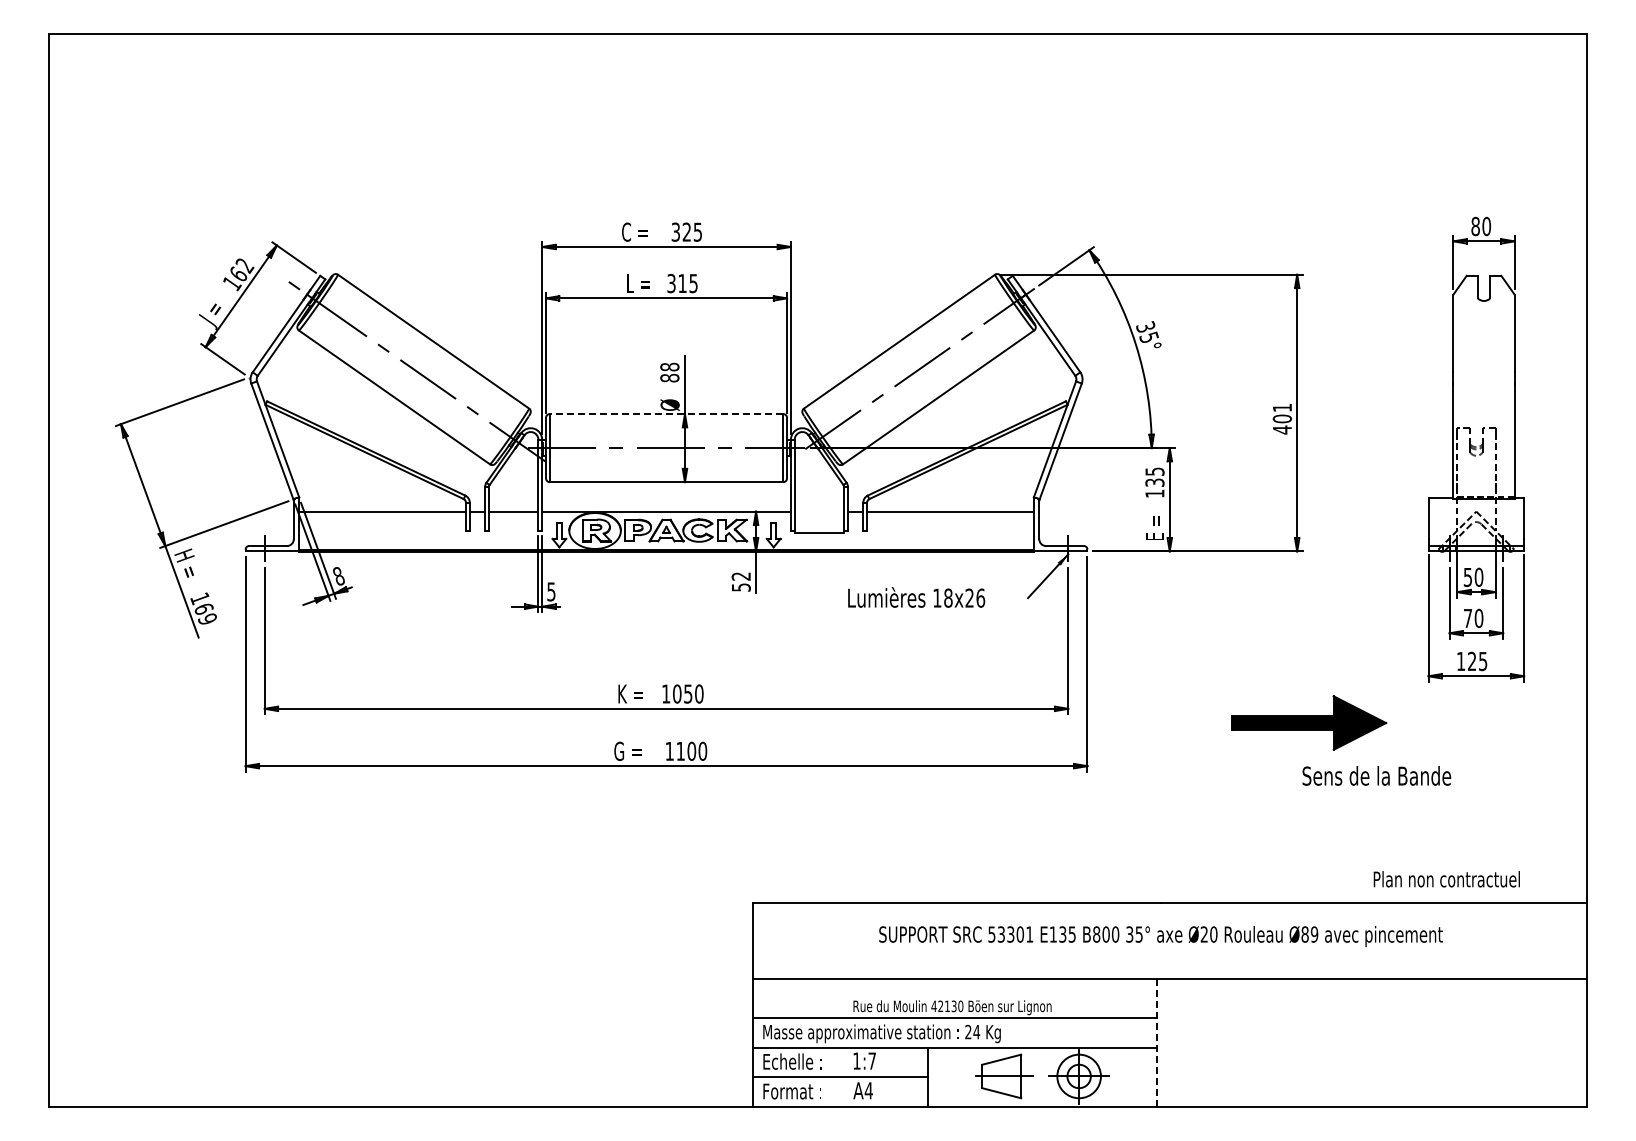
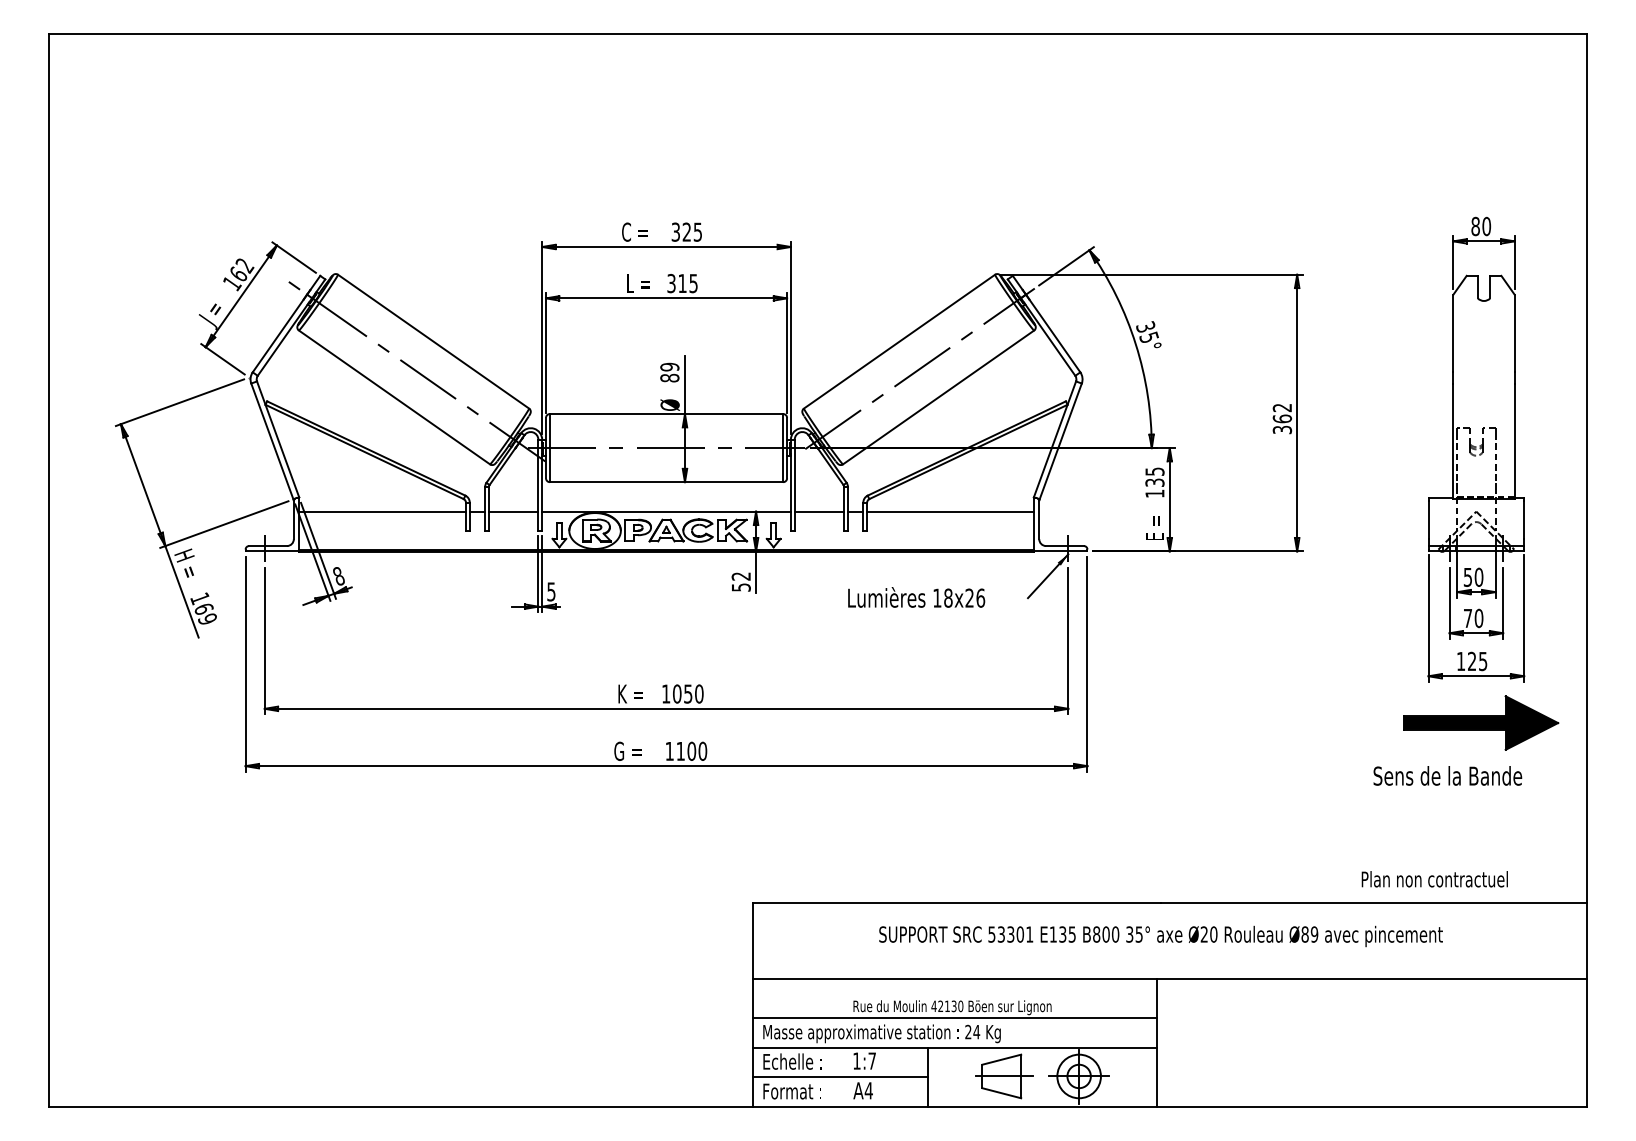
text at (669, 366): 88 -> 89
line at (666, 414): dashed -> solid
text at (1282, 419): 401 -> 362
line at (819, 532) position: (819, 532) -> (819, 511)
part at (1309, 722) position: (1309, 722) -> (1481, 722)
text at (1376, 775) position: (1376, 775) -> (1447, 775)
text at (1446, 879) position: (1446, 879) -> (1434, 879)
line at (1156, 1042): dashed -> solid
